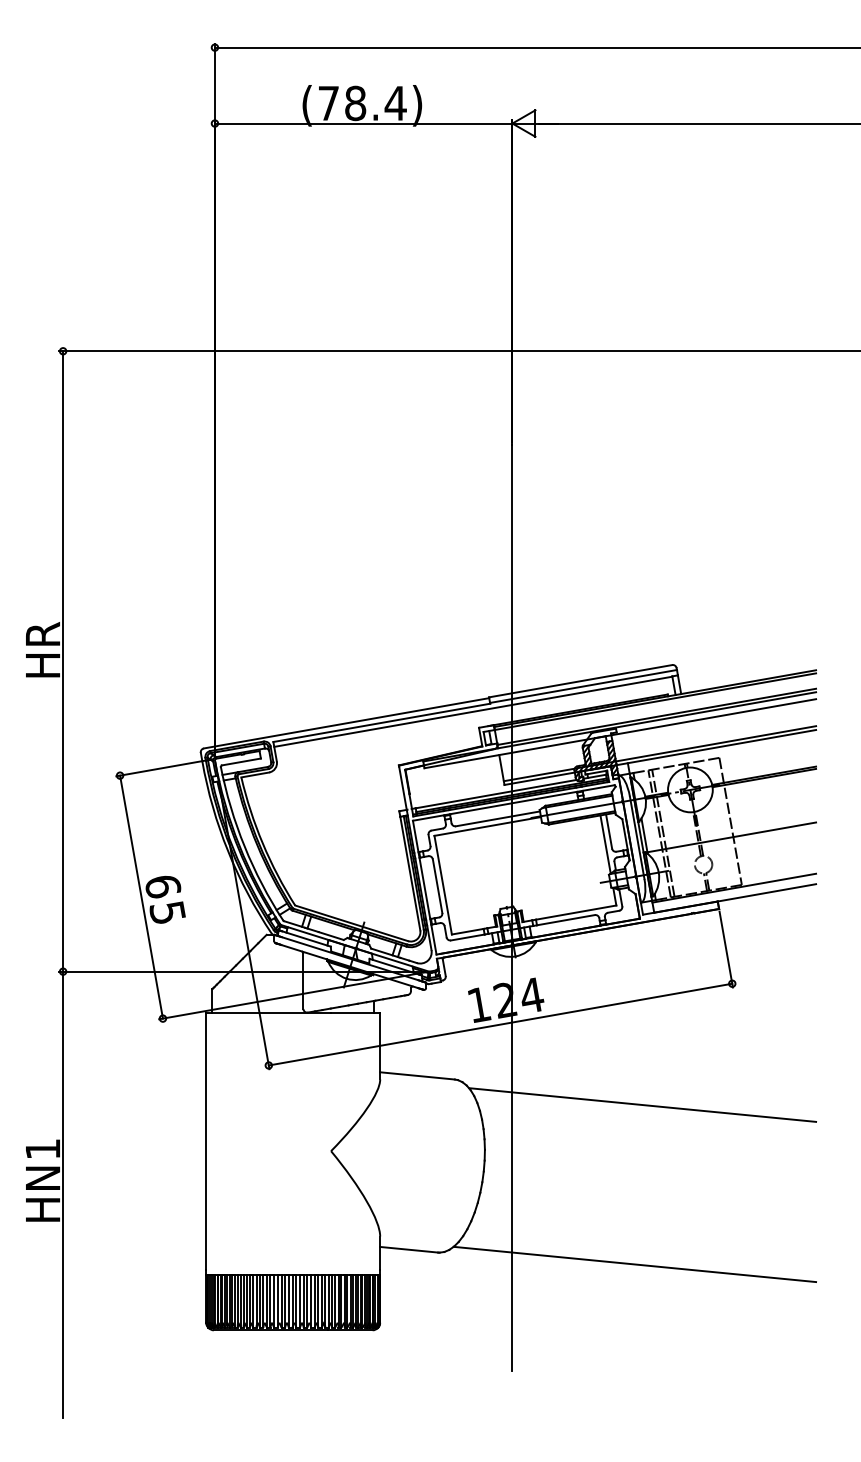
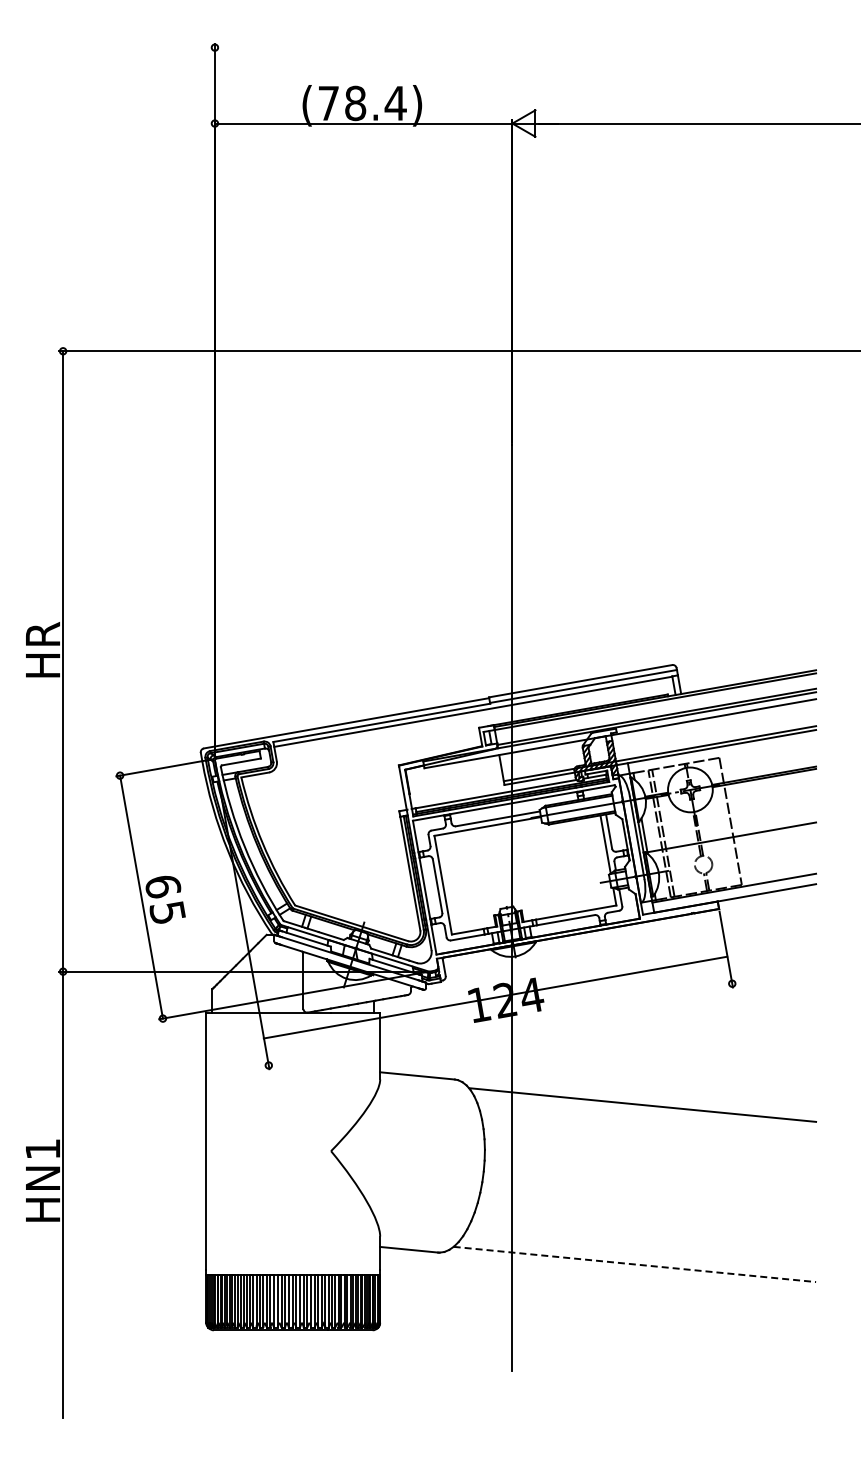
line at (535, 47): present -> none
line at (500, 1024) position: (500, 1024) -> (495, 997)
line at (635, 1264): solid -> dashed
